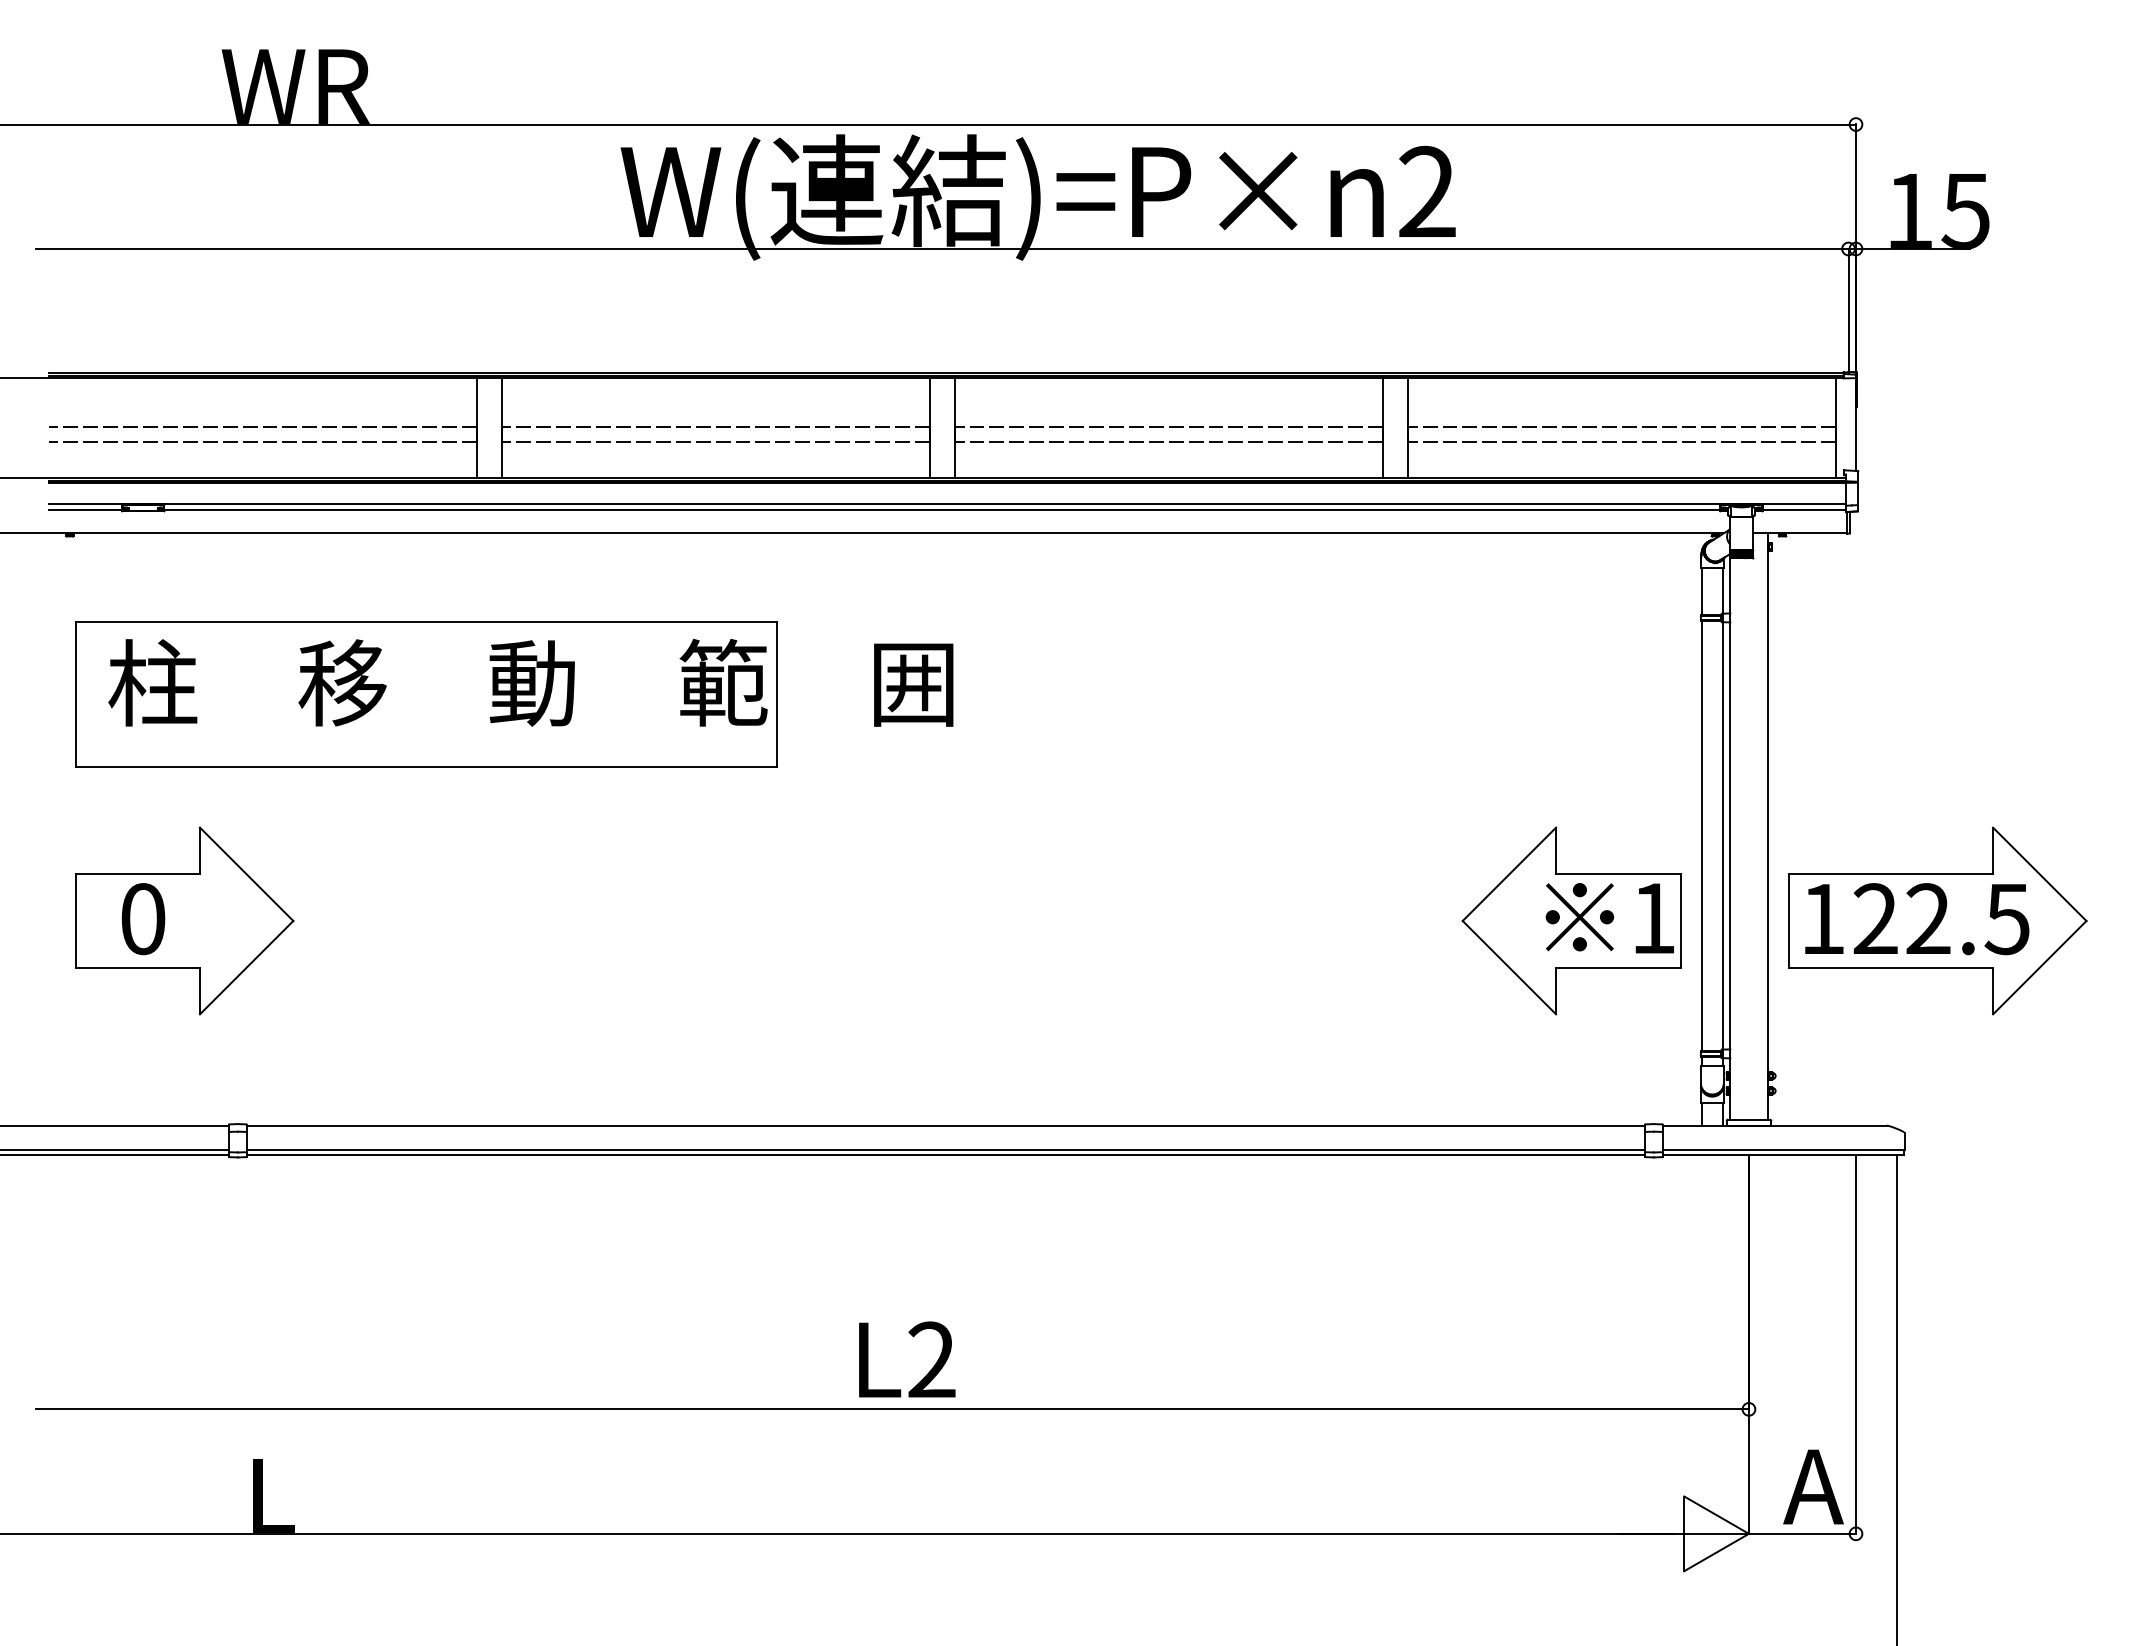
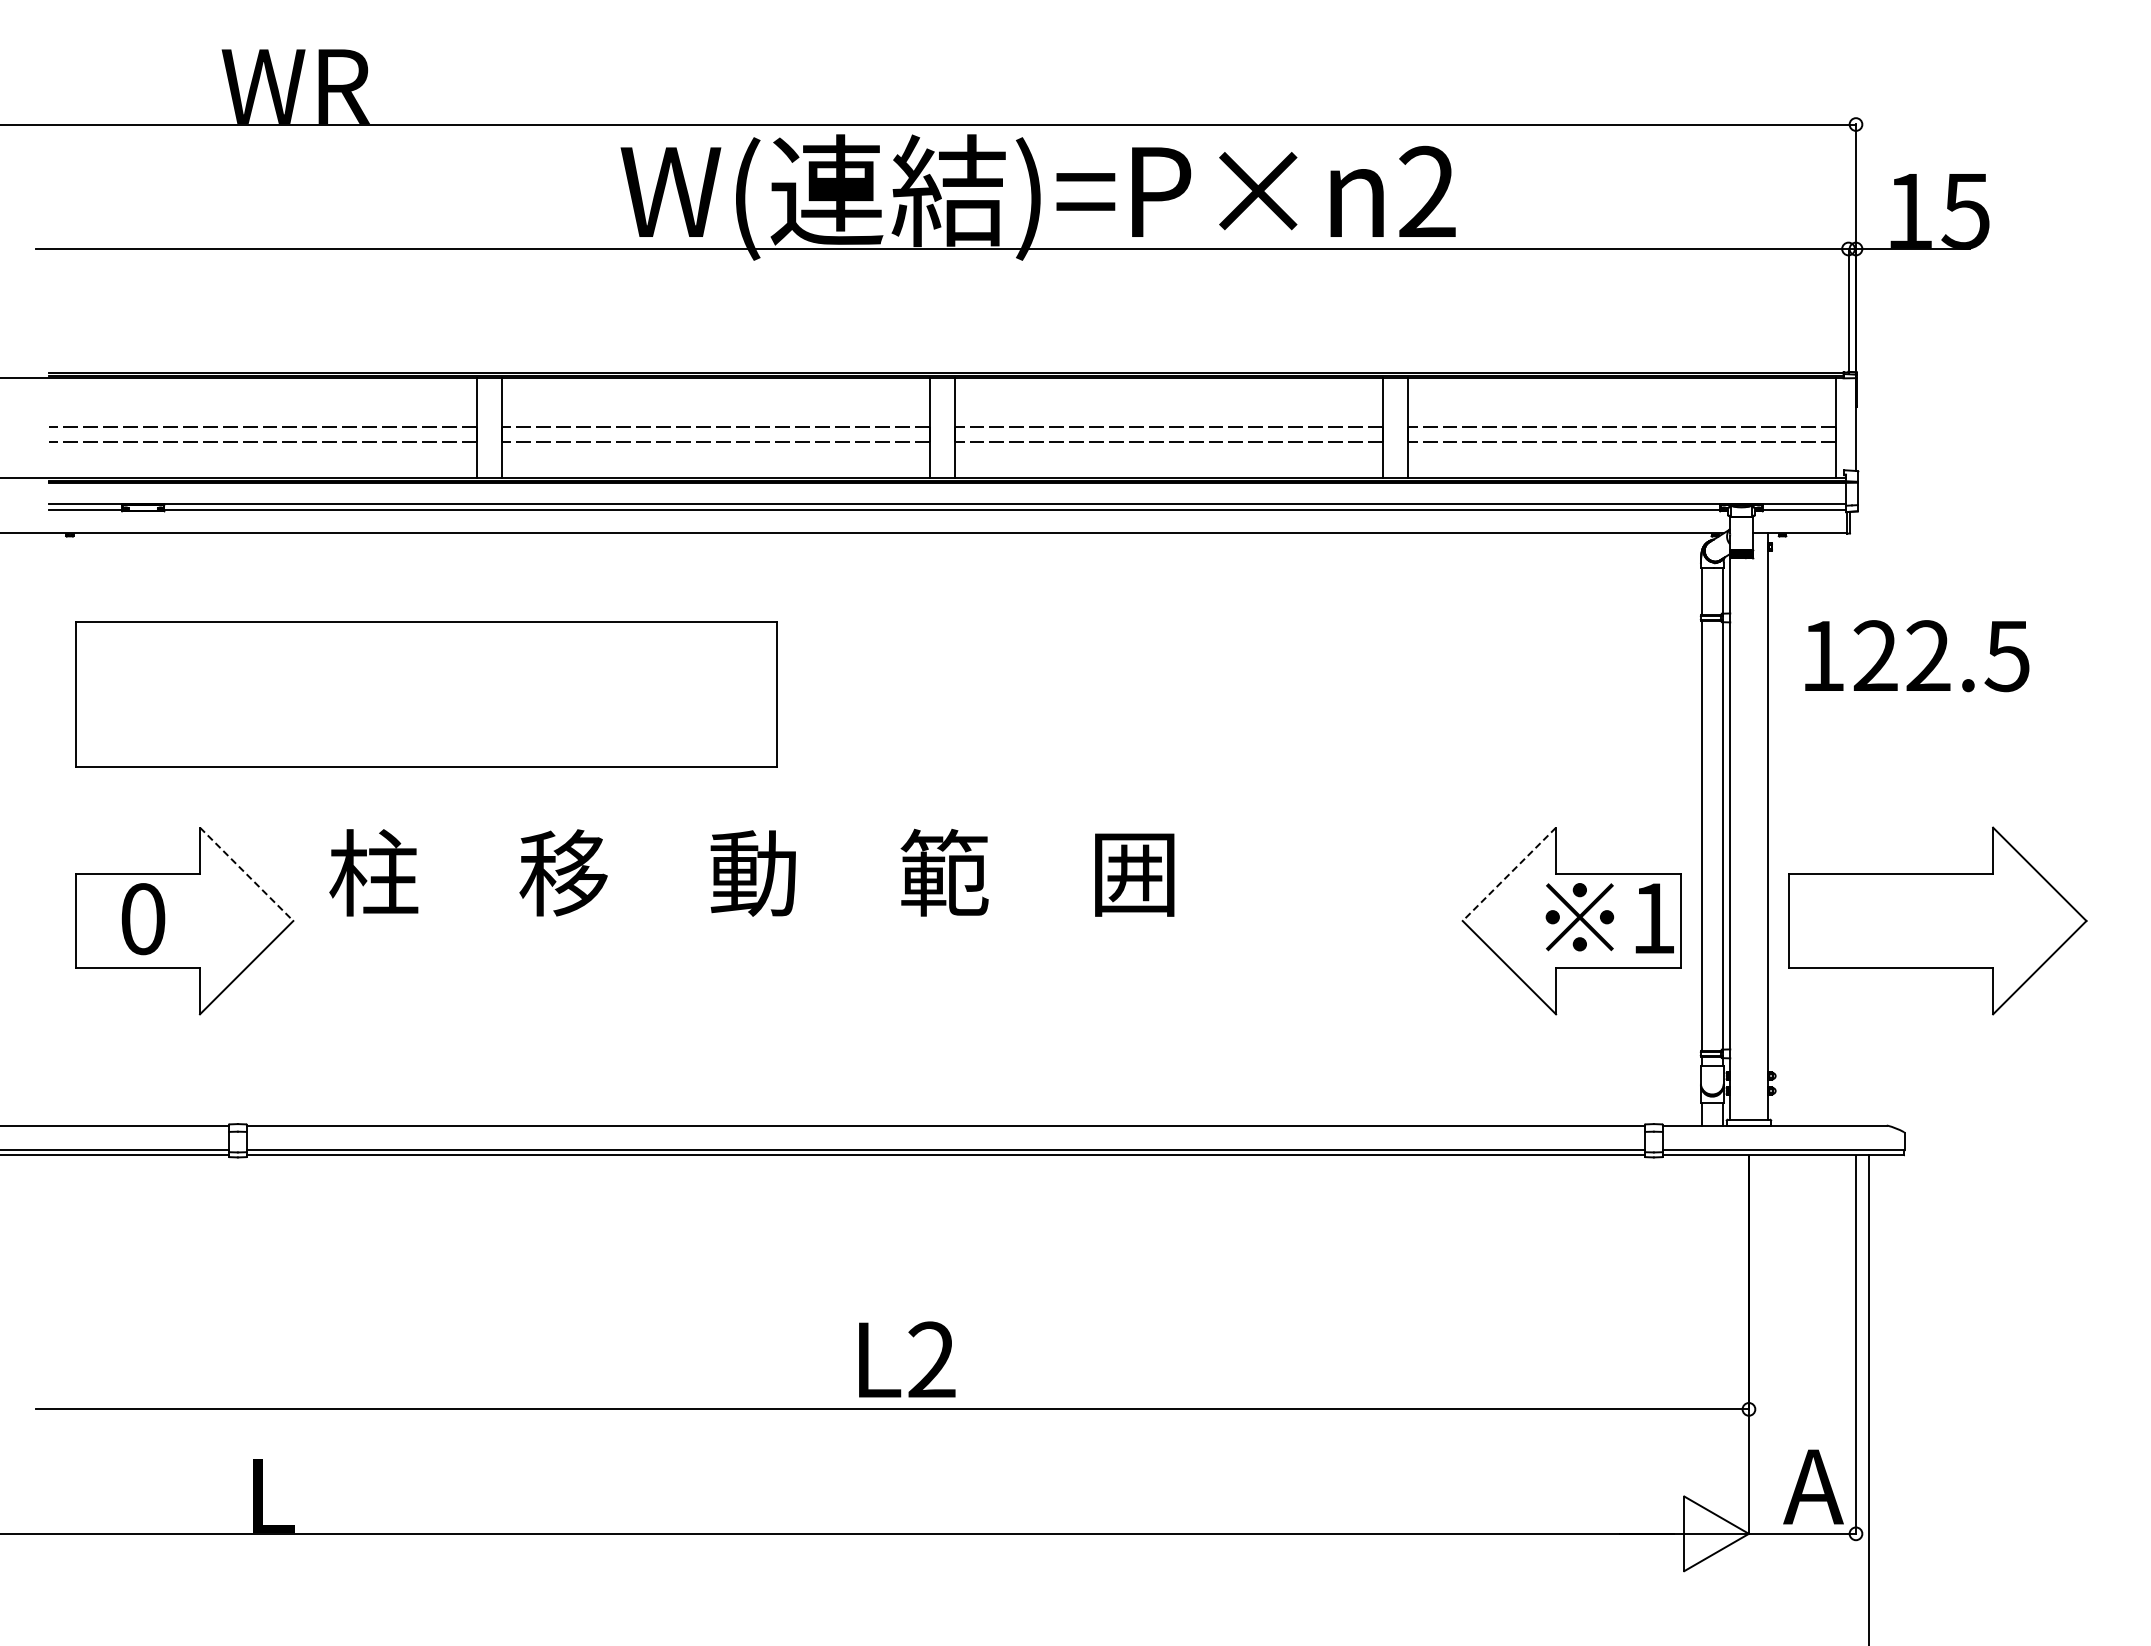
text at (530, 682) position: (530, 682) -> (751, 872)
line at (247, 874): solid -> dashed
line at (1509, 874): solid -> dashed
text at (1917, 919) position: (1917, 919) -> (1917, 656)
line at (1896, 1398) position: (1896, 1398) -> (1868, 1398)
